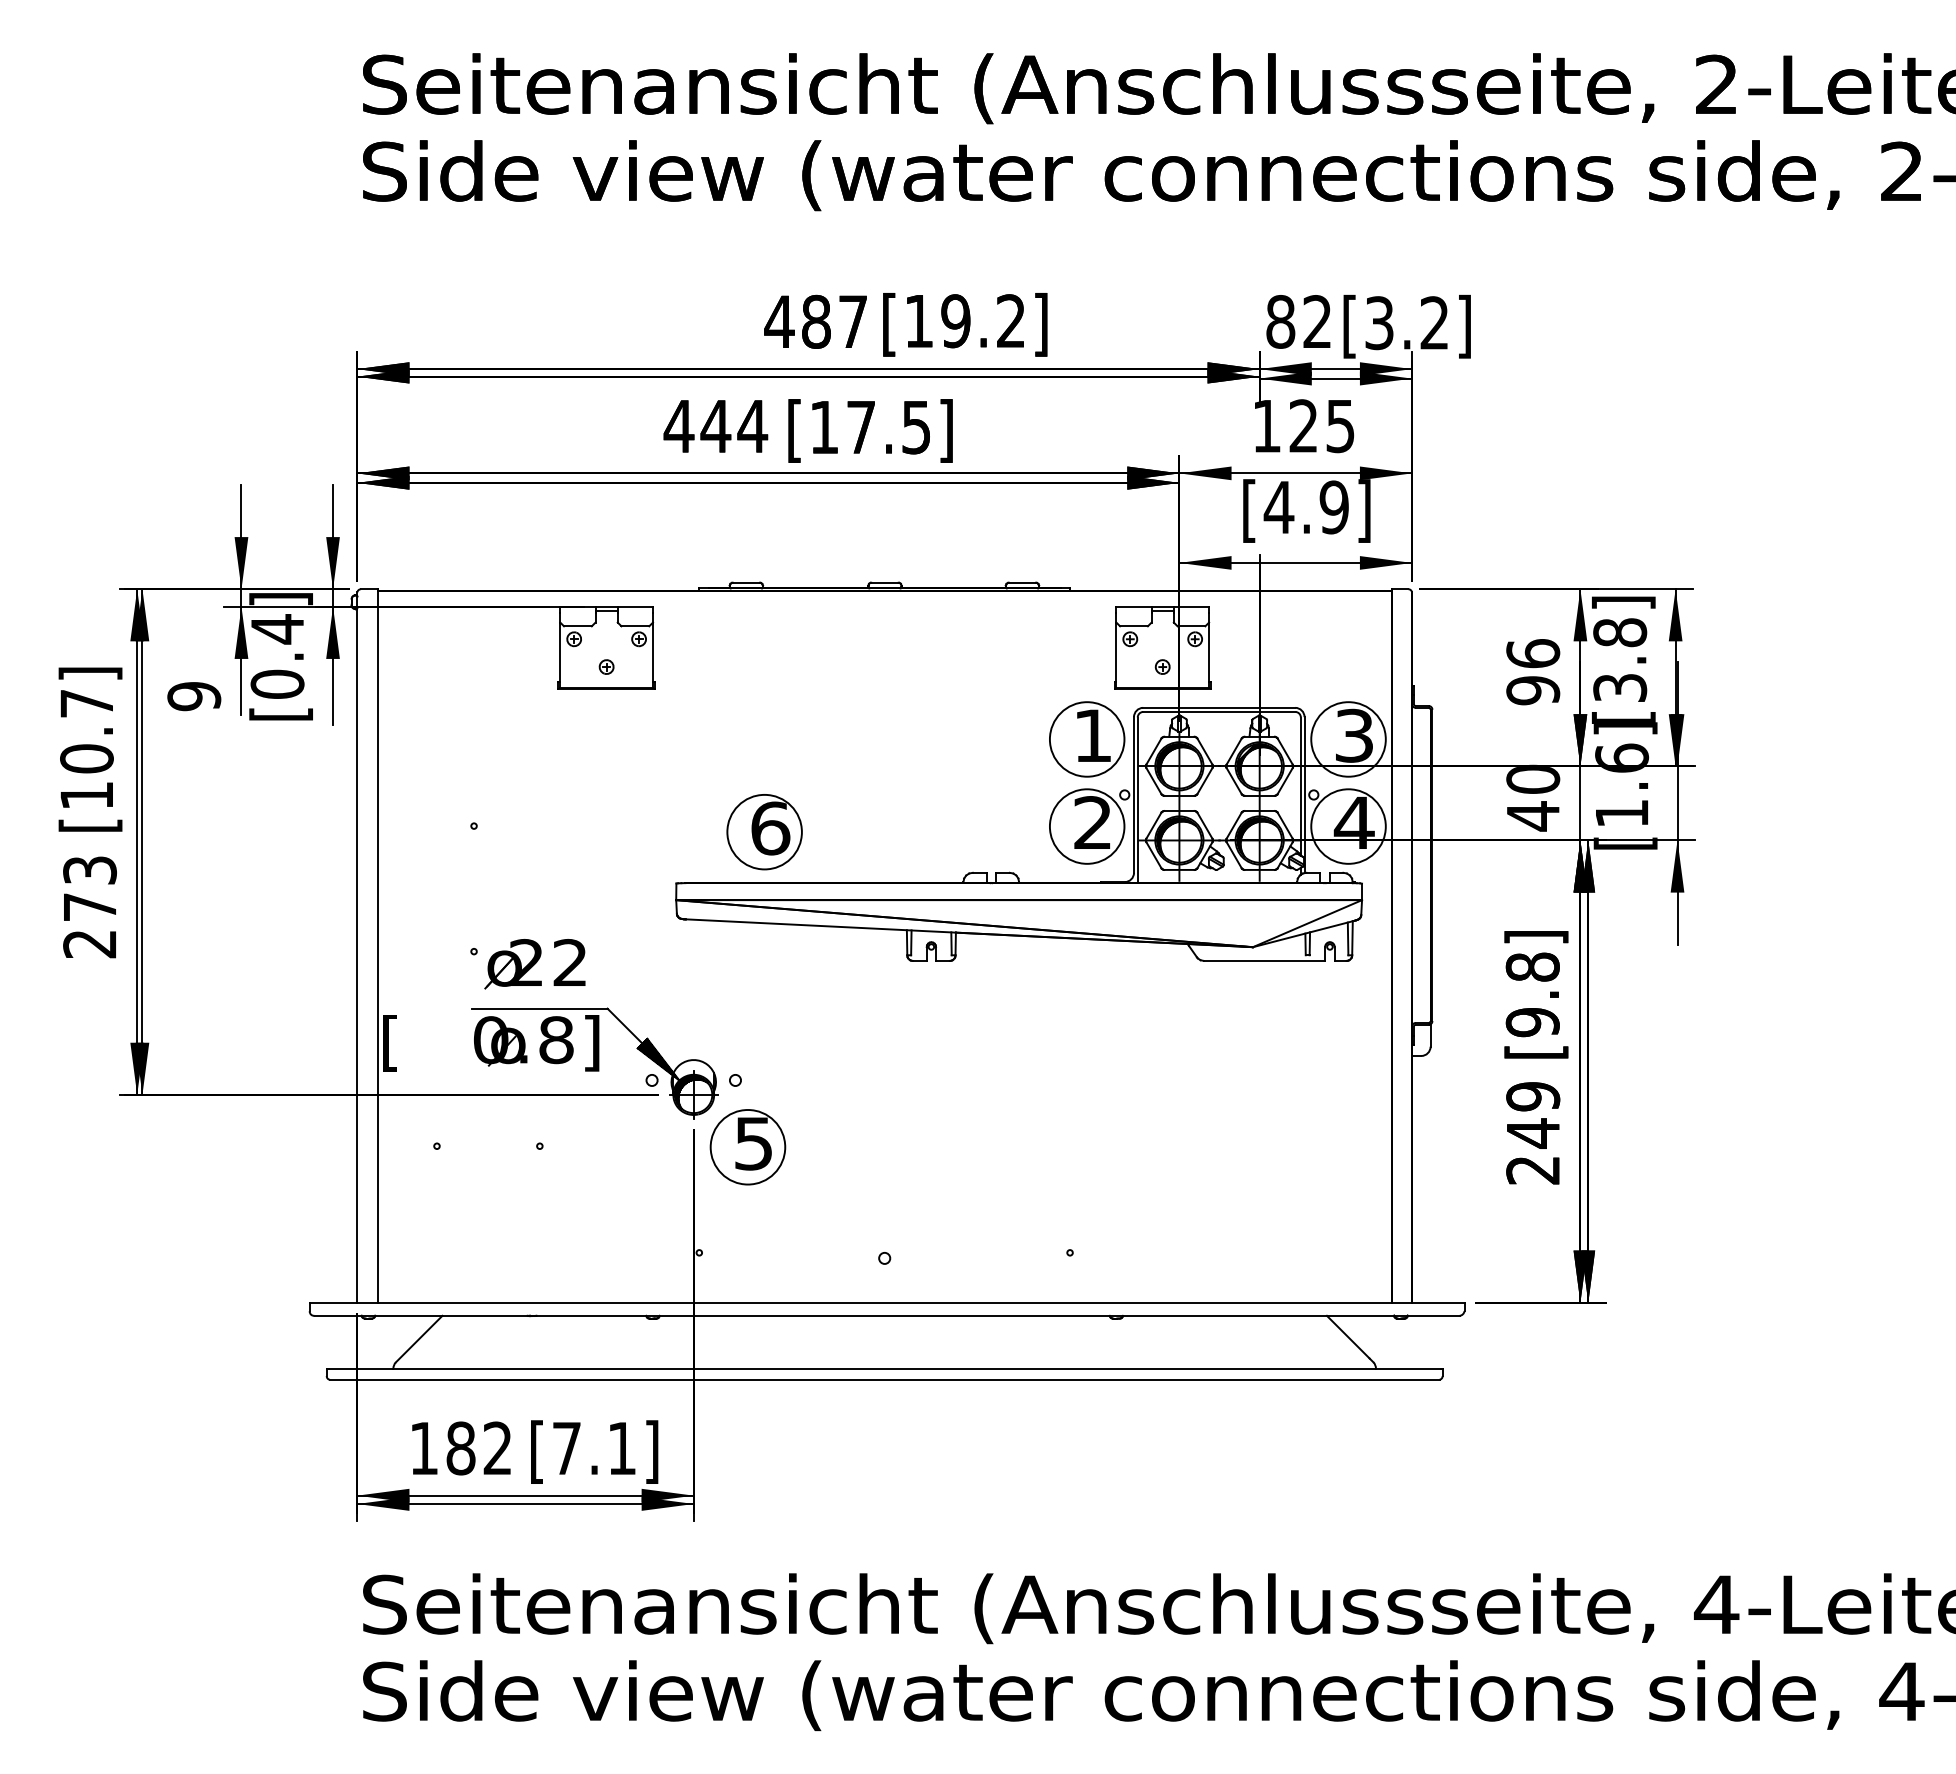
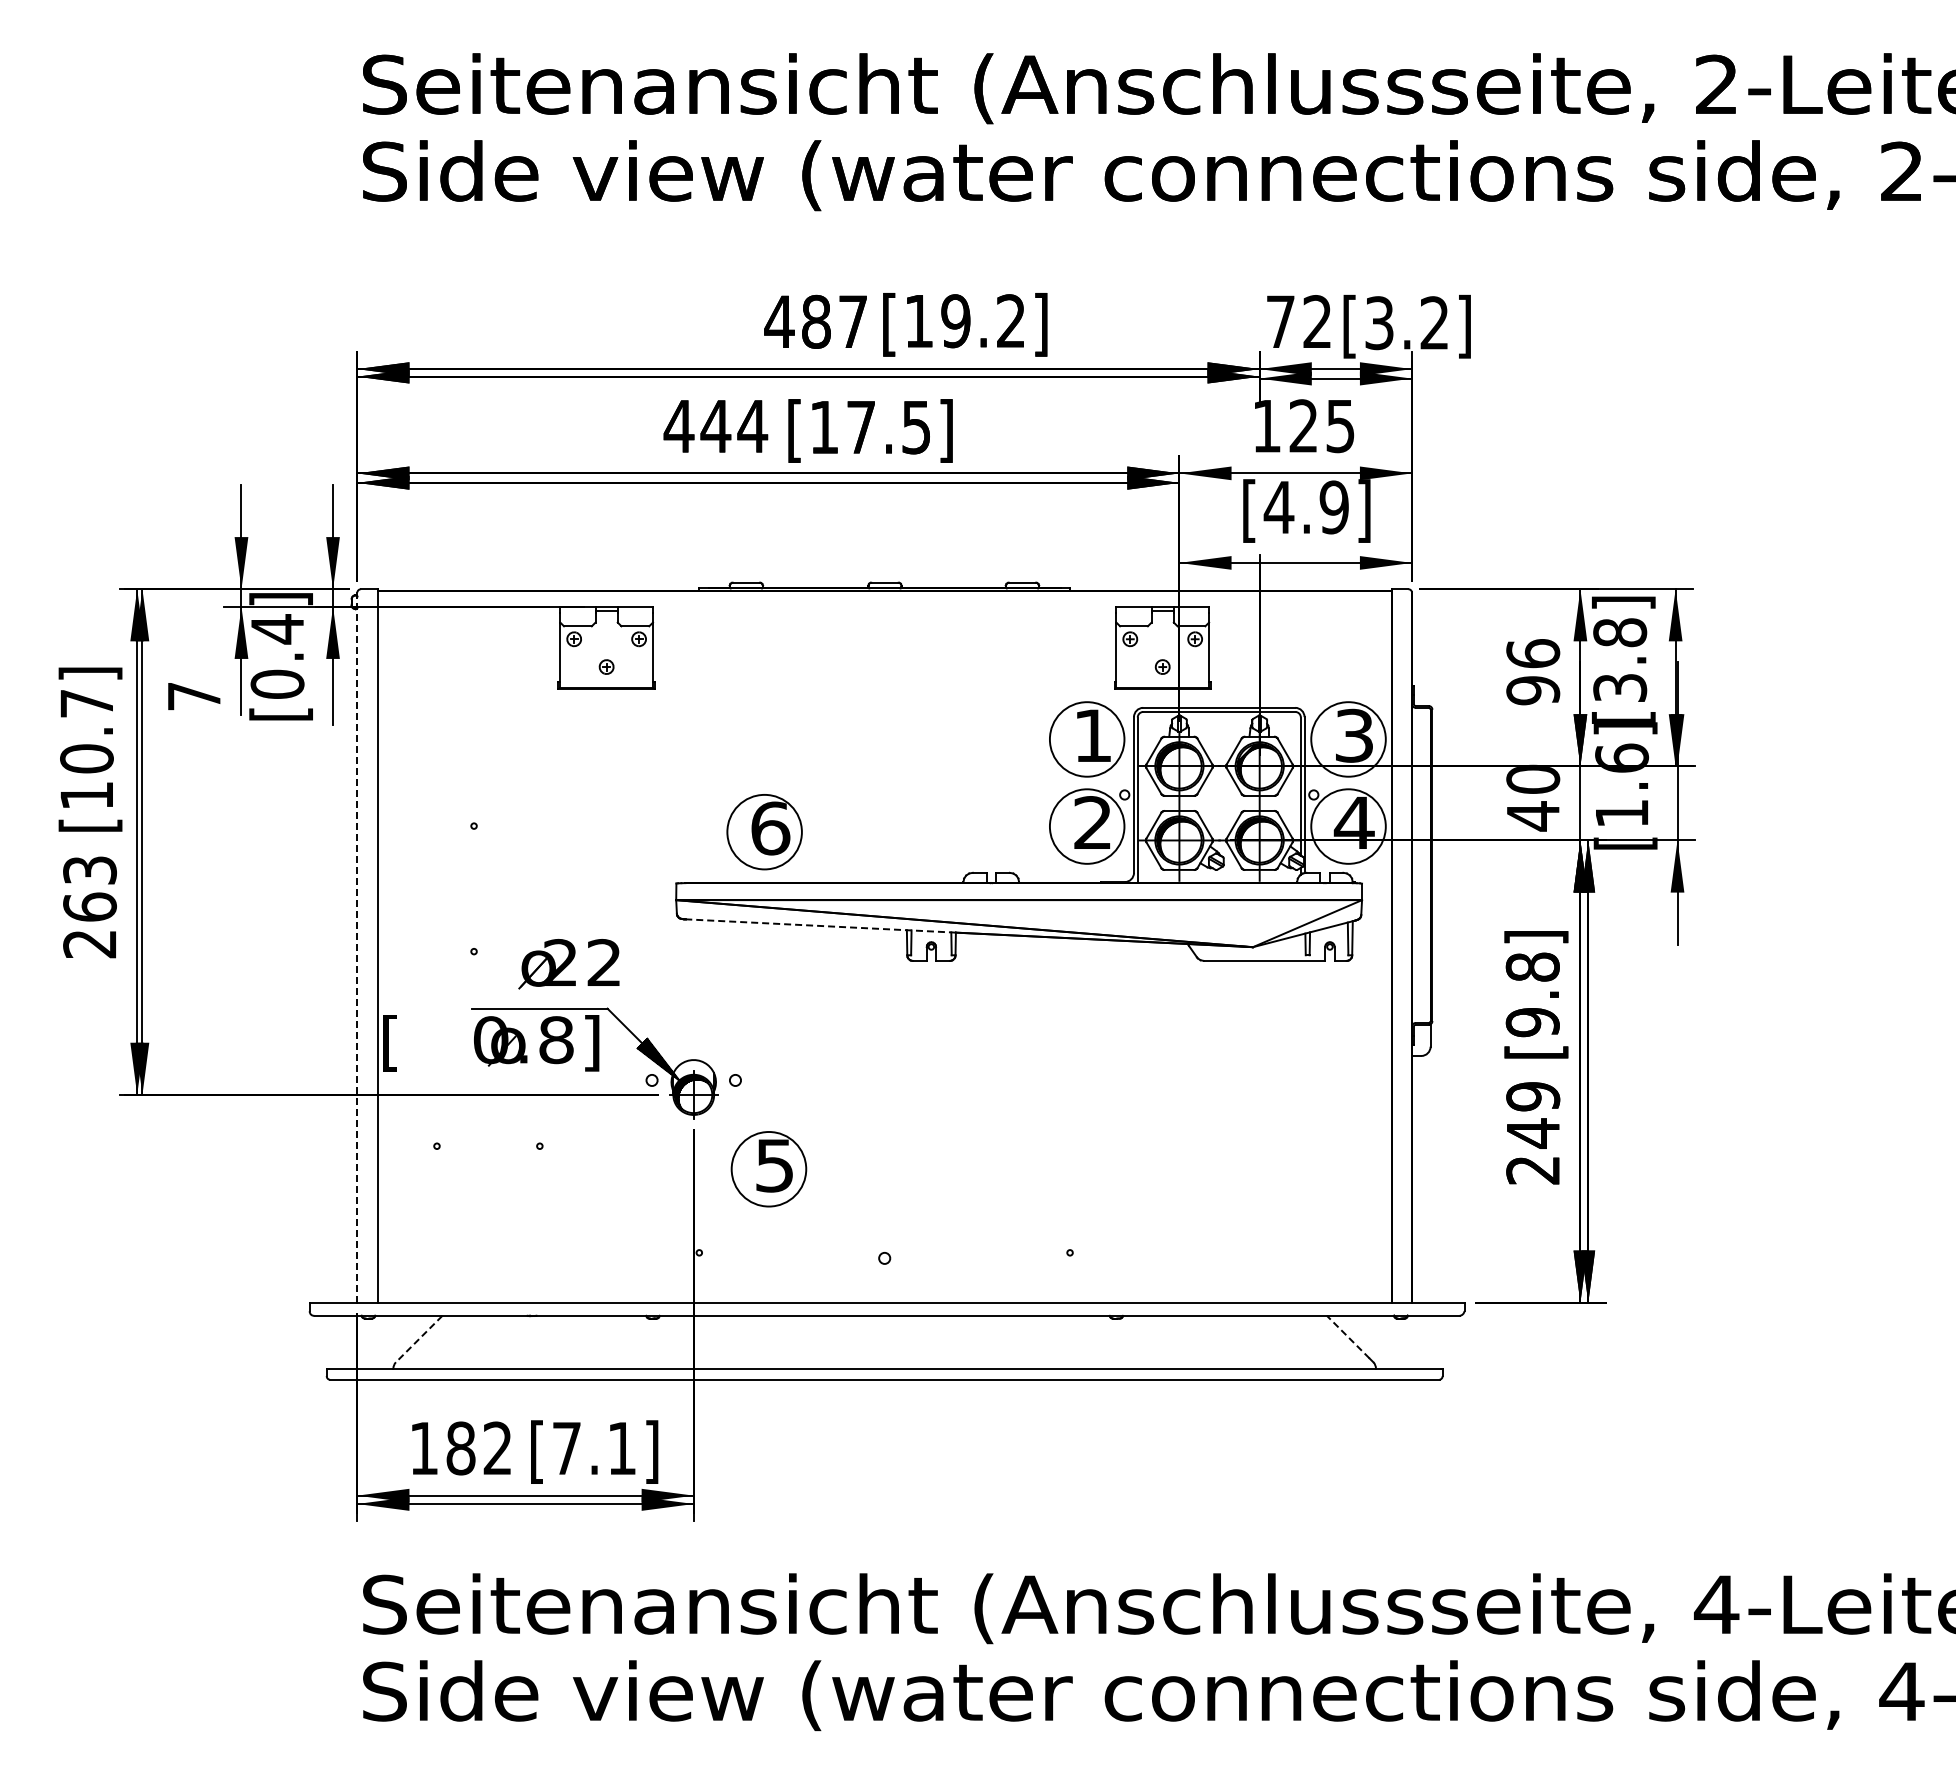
text at (1280, 321): 82 -> 72
text at (194, 696): 9 -> 7
text at (89, 906): 273 -> 263
line at (820, 925): solid -> dashed
line at (357, 947): solid -> dashed
part at (534, 964) position: (534, 964) -> (568, 964)
part at (747, 1147) position: (747, 1147) -> (768, 1169)
line at (1347, 1336): solid -> dashed
line at (419, 1339): solid -> dashed
